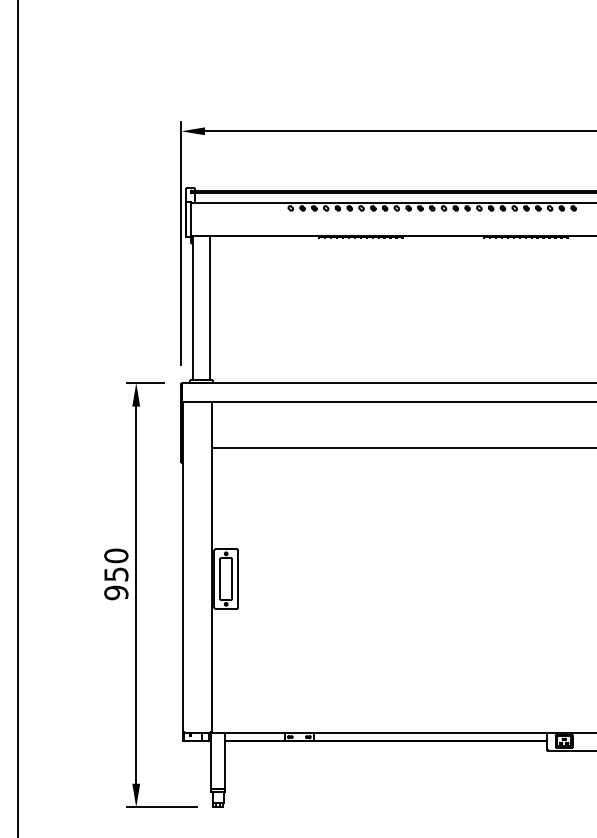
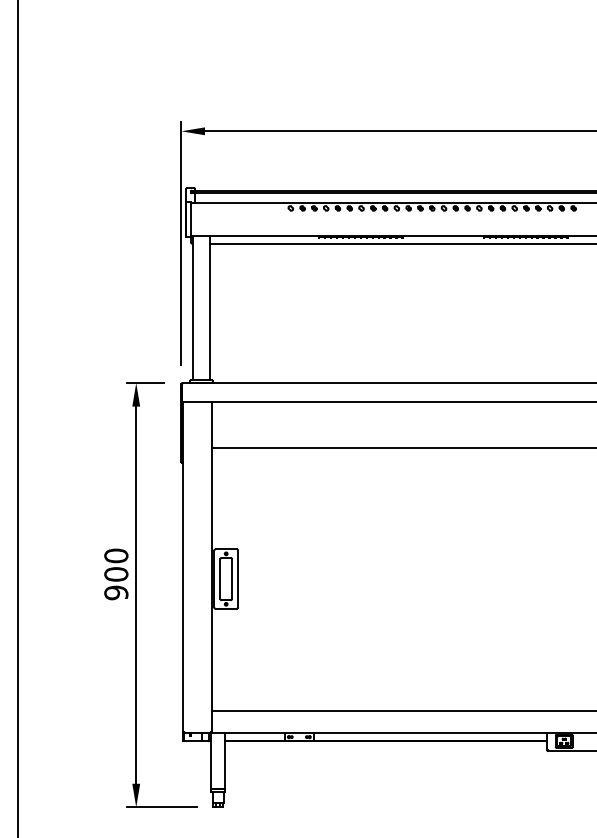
line at (401, 244): none -> present
text at (116, 574): 950 -> 900
line at (402, 711): none -> present
